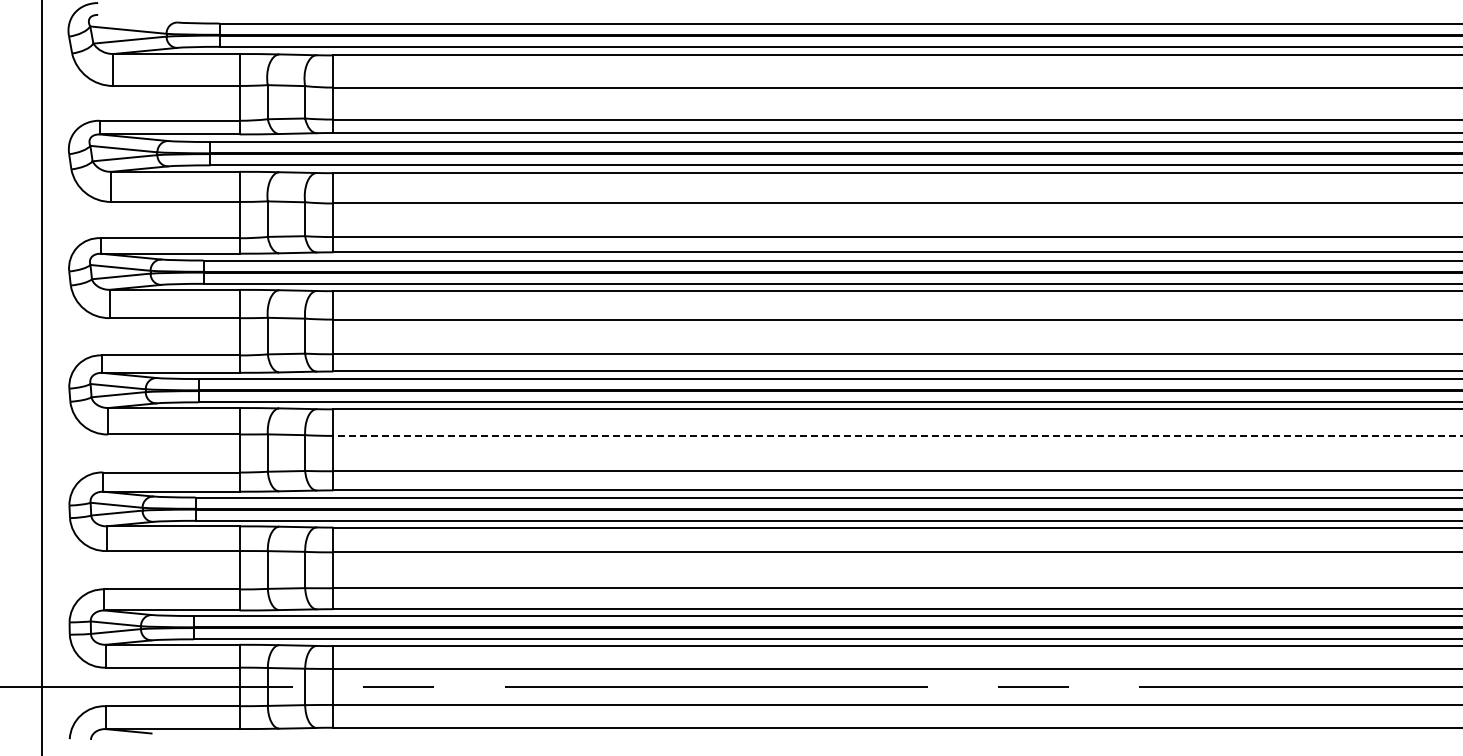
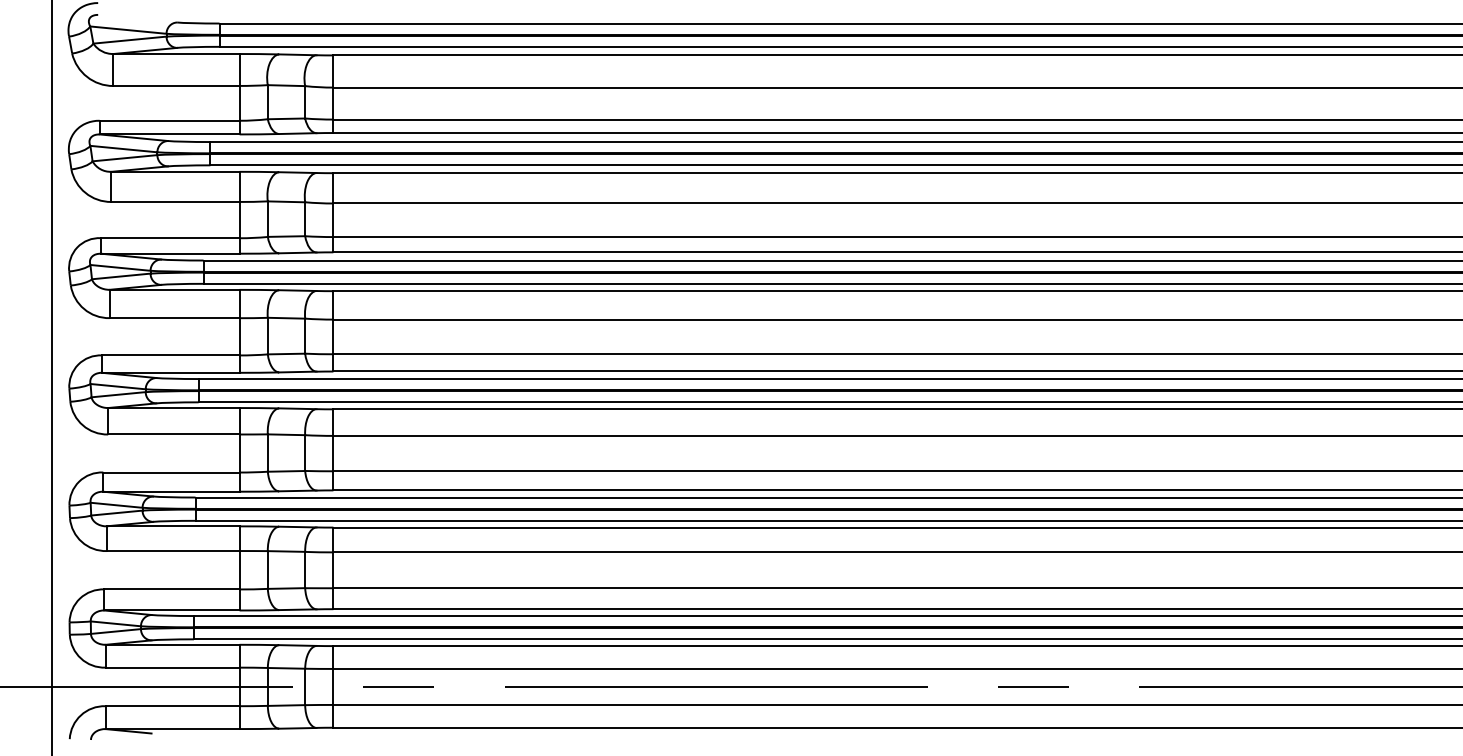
line at (41, 377) position: (41, 377) -> (51, 377)
line at (897, 435): dashed -> solid
